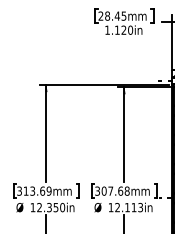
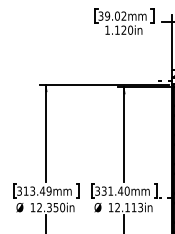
text at (112, 15): 28.45mm -> 39.02mm
text at (41, 190): 313.69mm -> 313.49mm
text at (115, 190): 307.68mm -> 331.40mm
